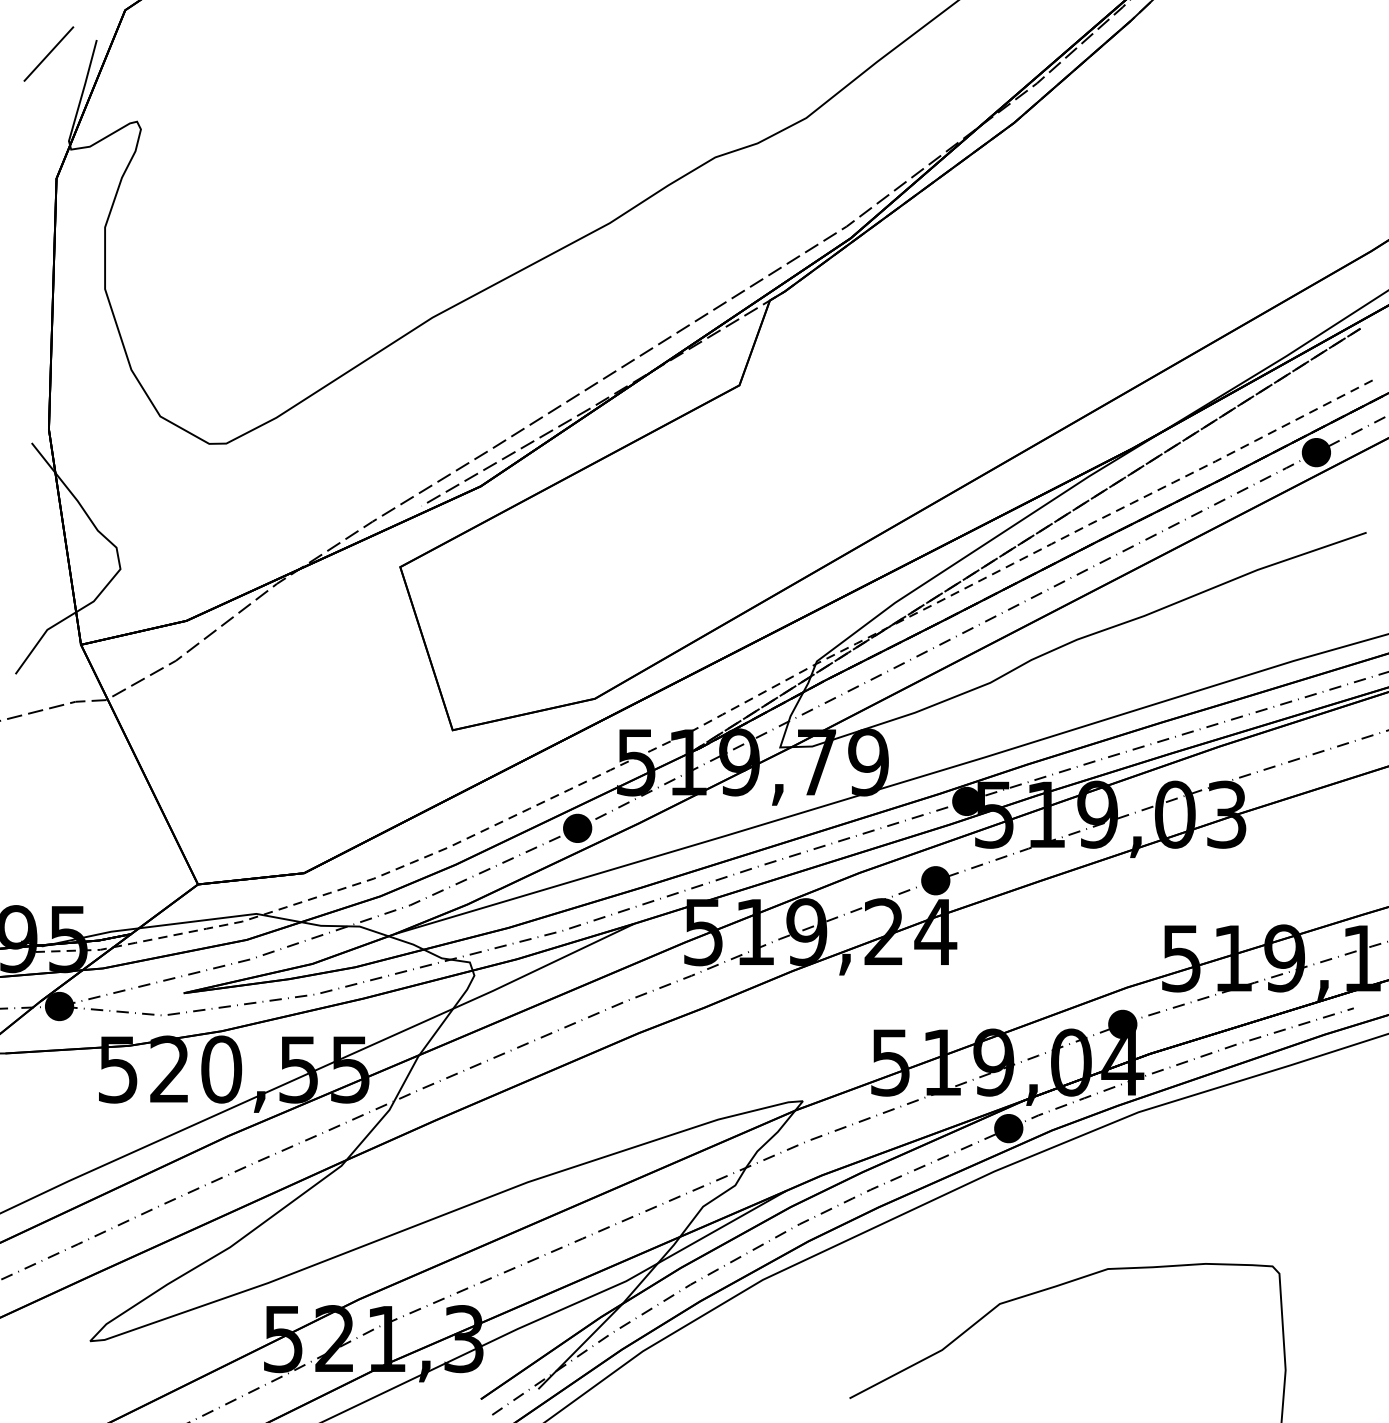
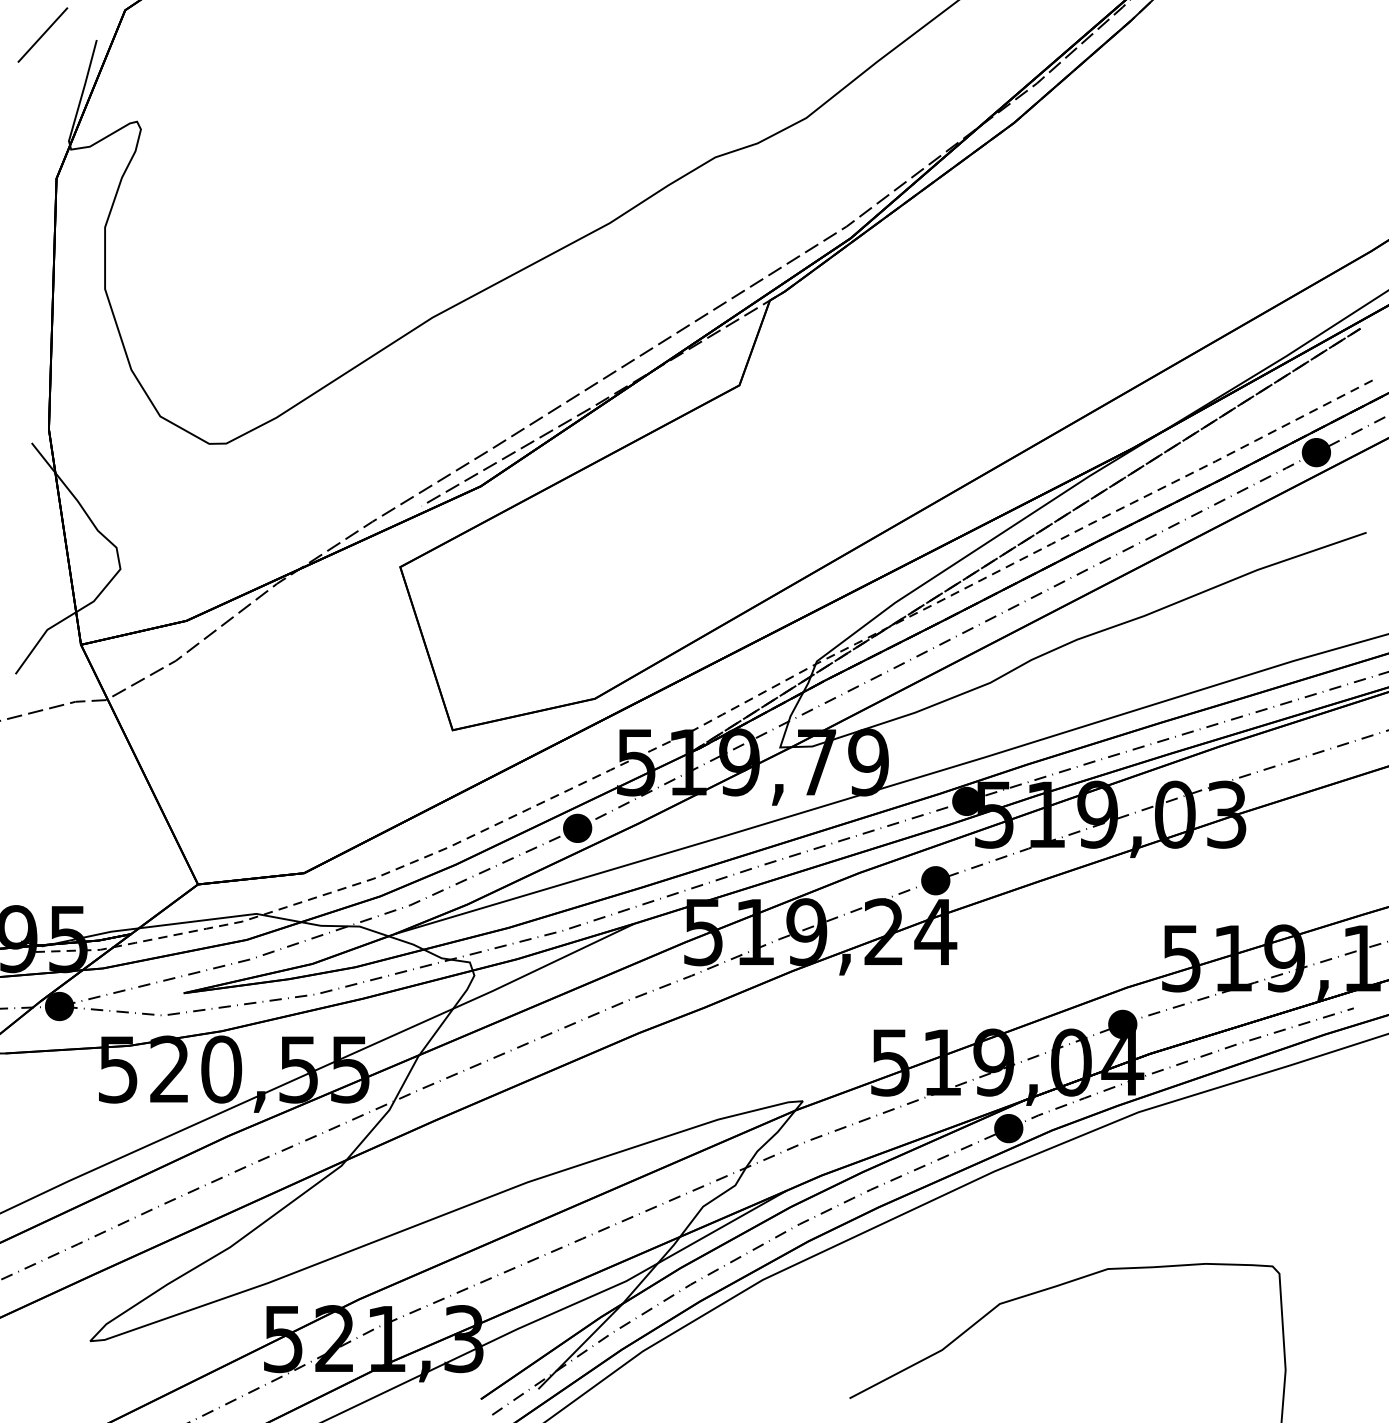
line at (48, 53) position: (48, 53) -> (42, 34)
